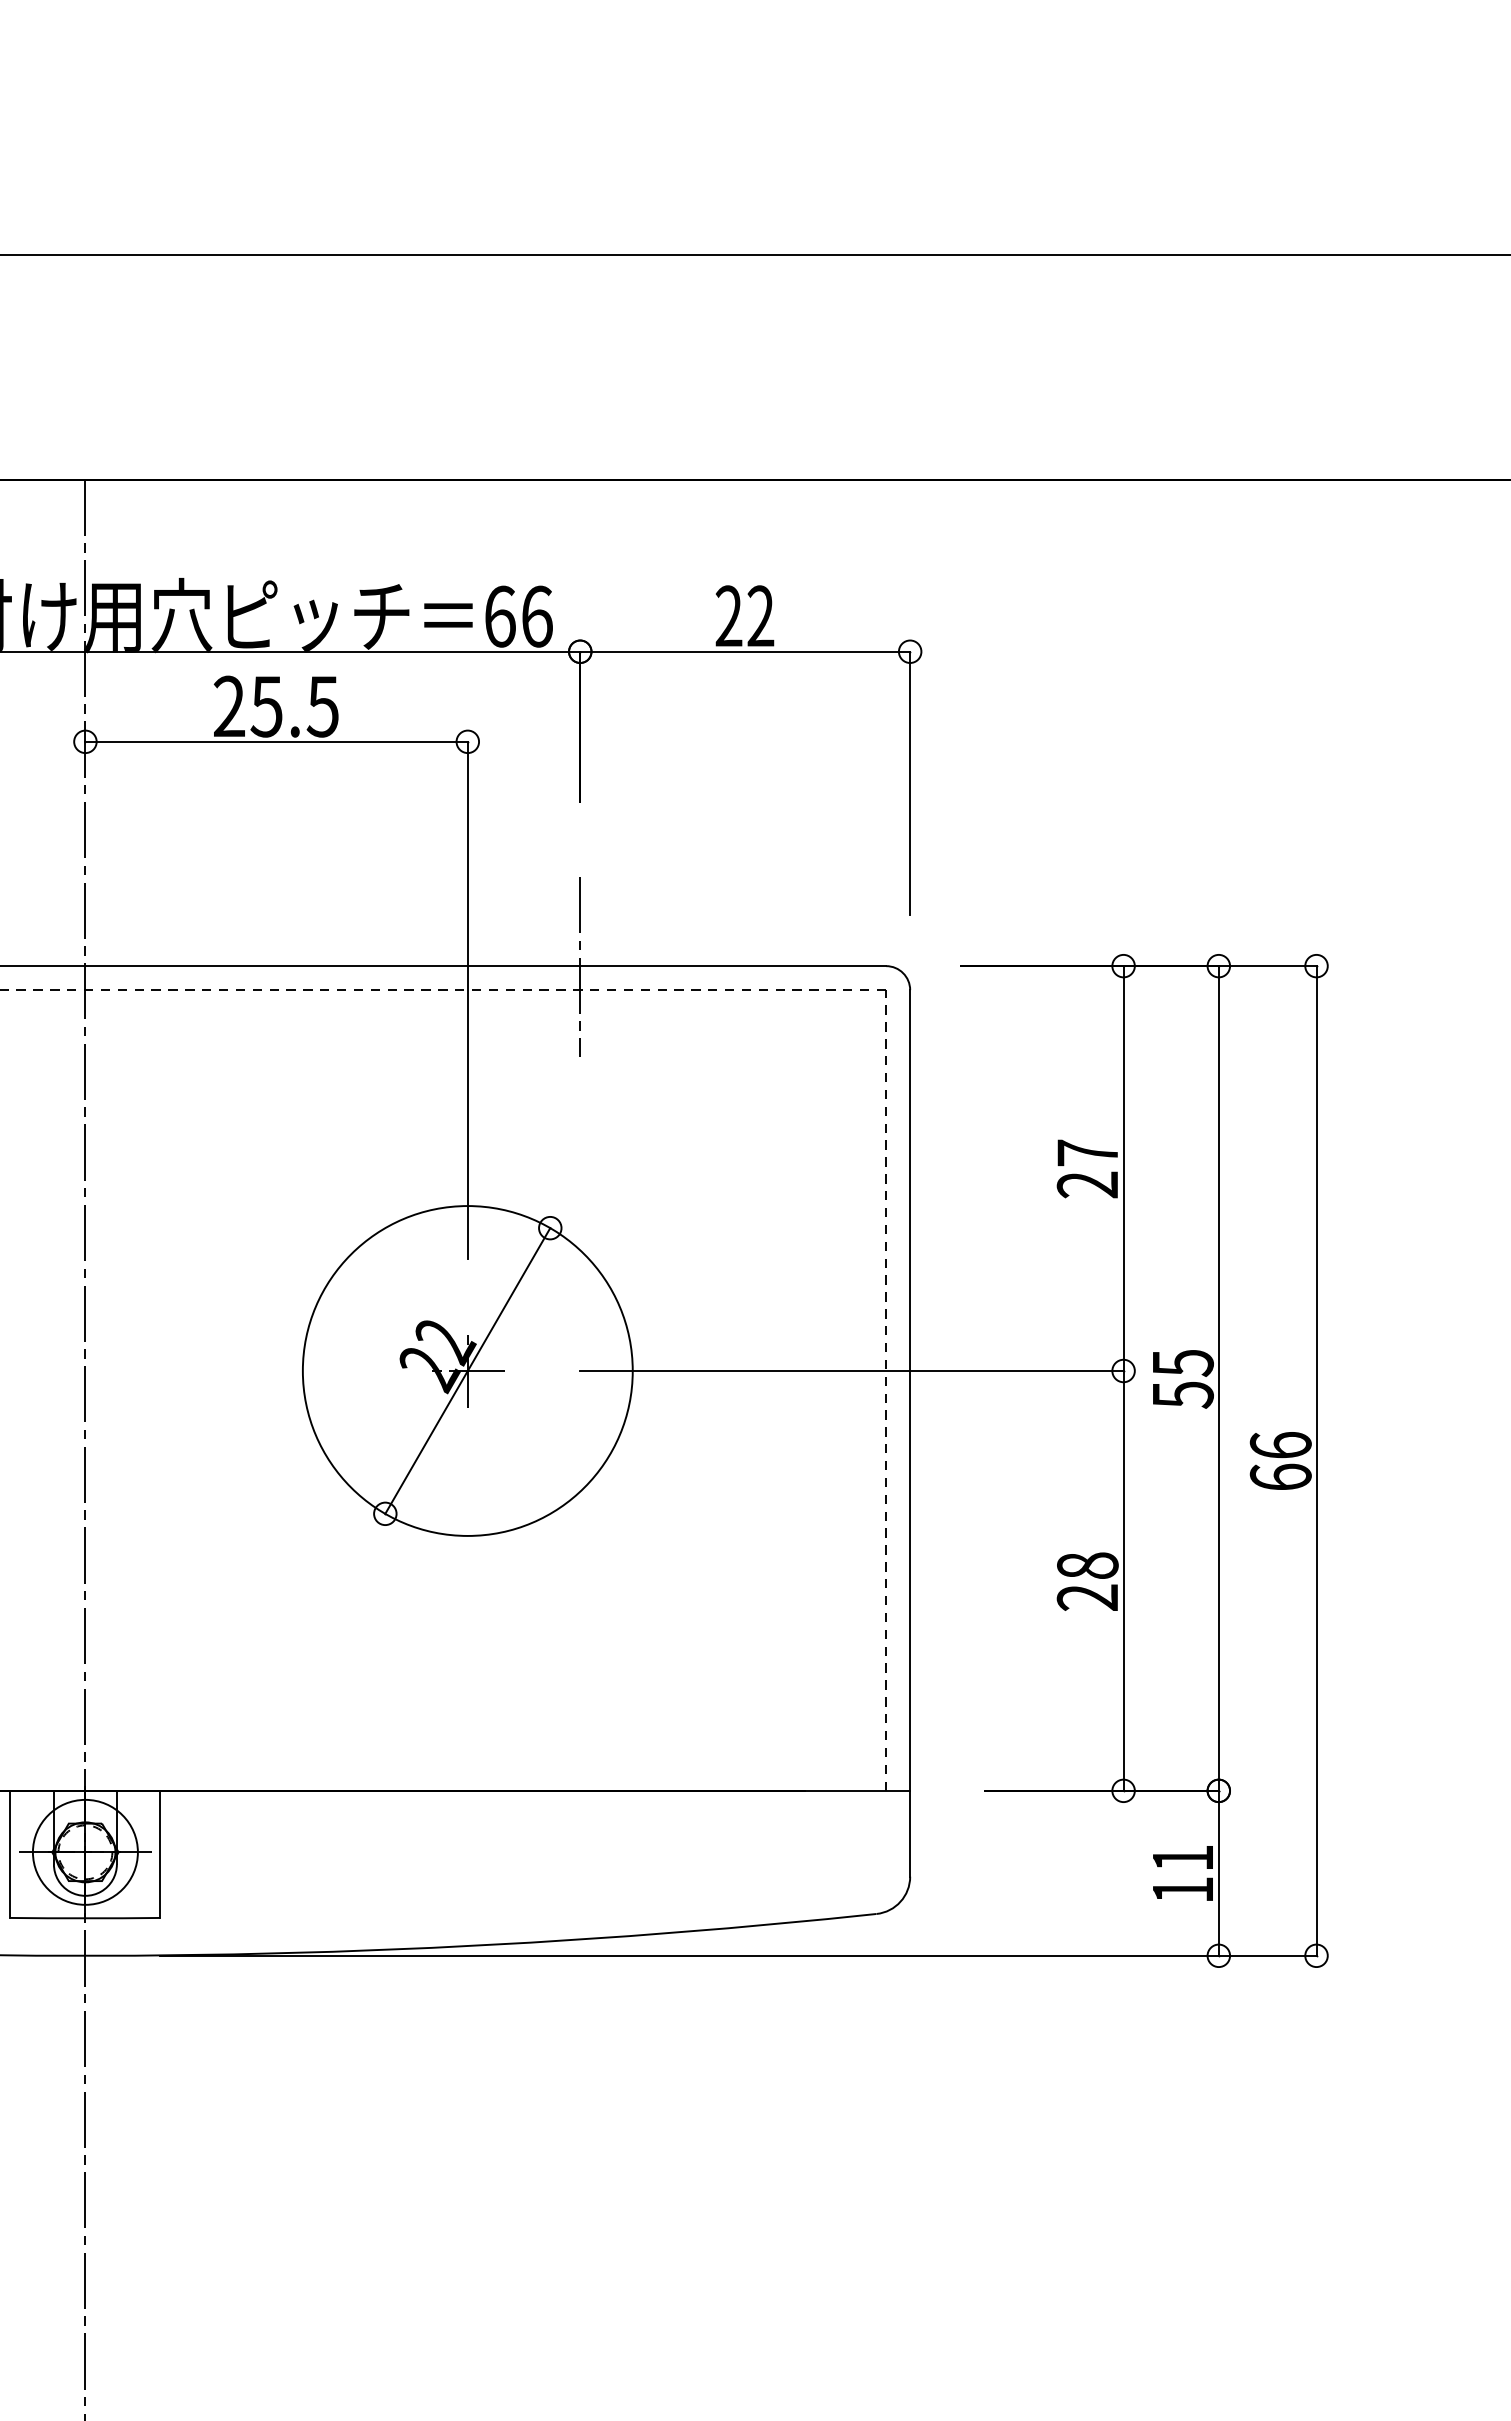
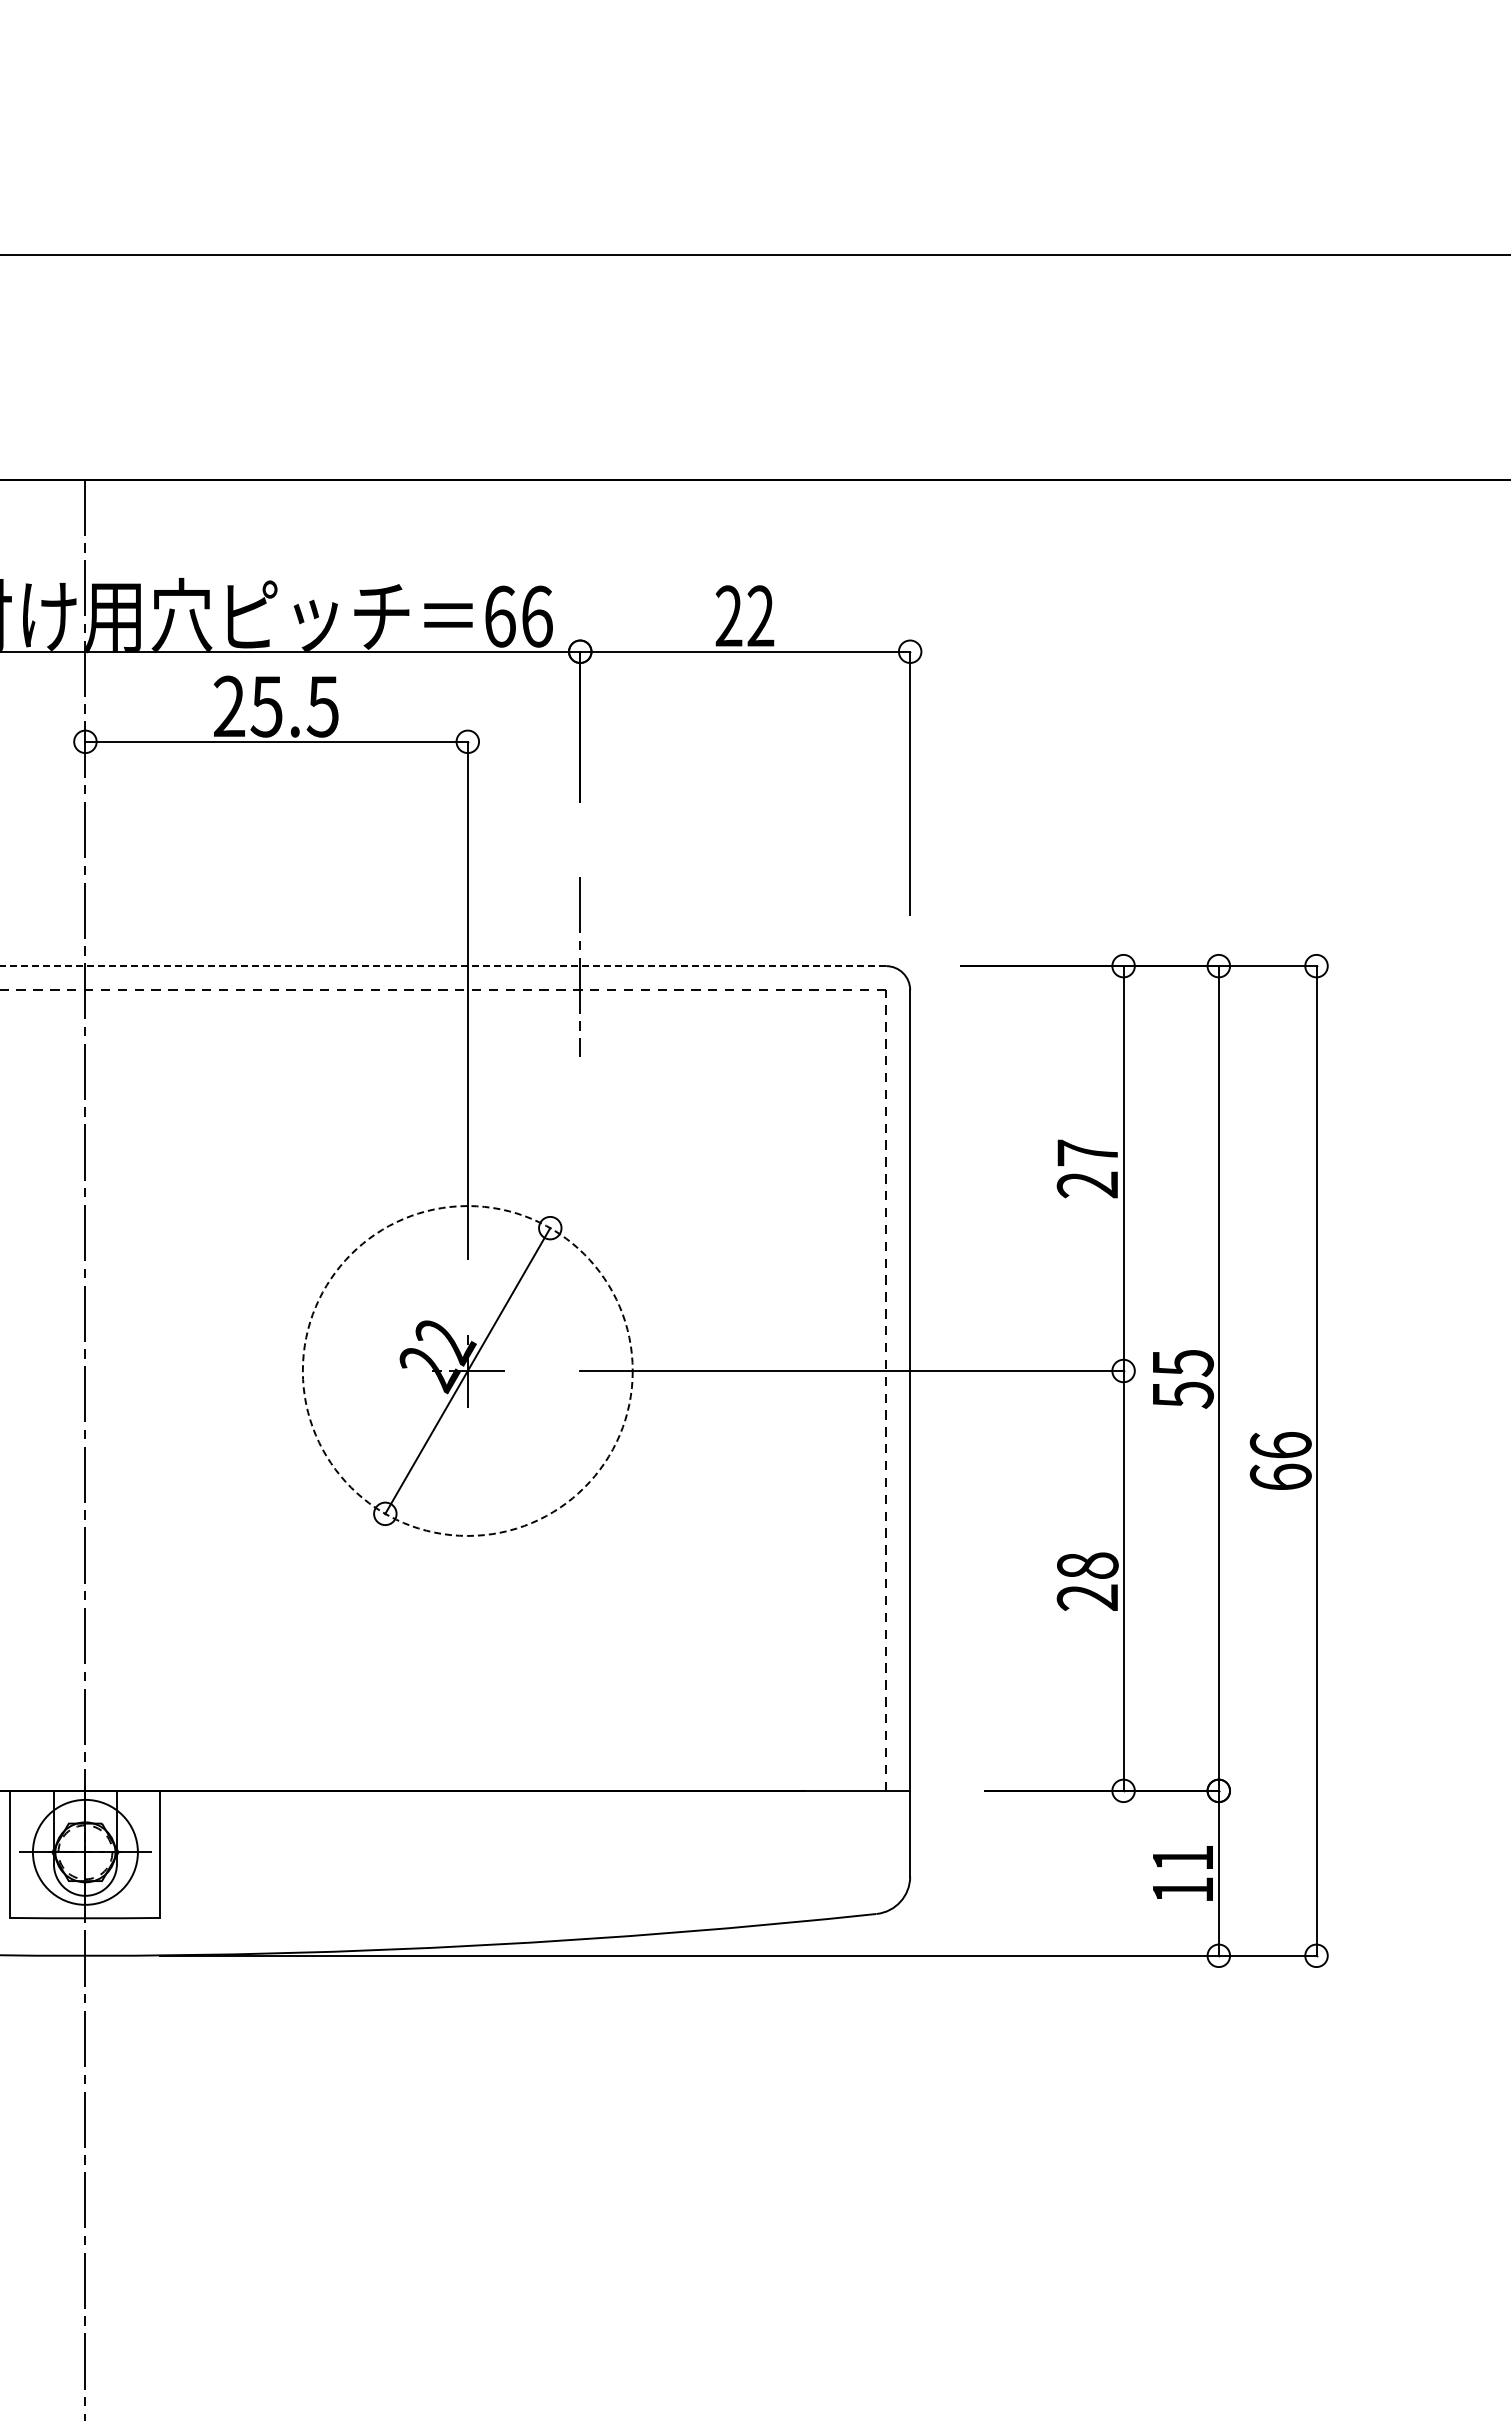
line at (443, 966): solid -> dashed
circle at (467, 1370): solid -> dashed
